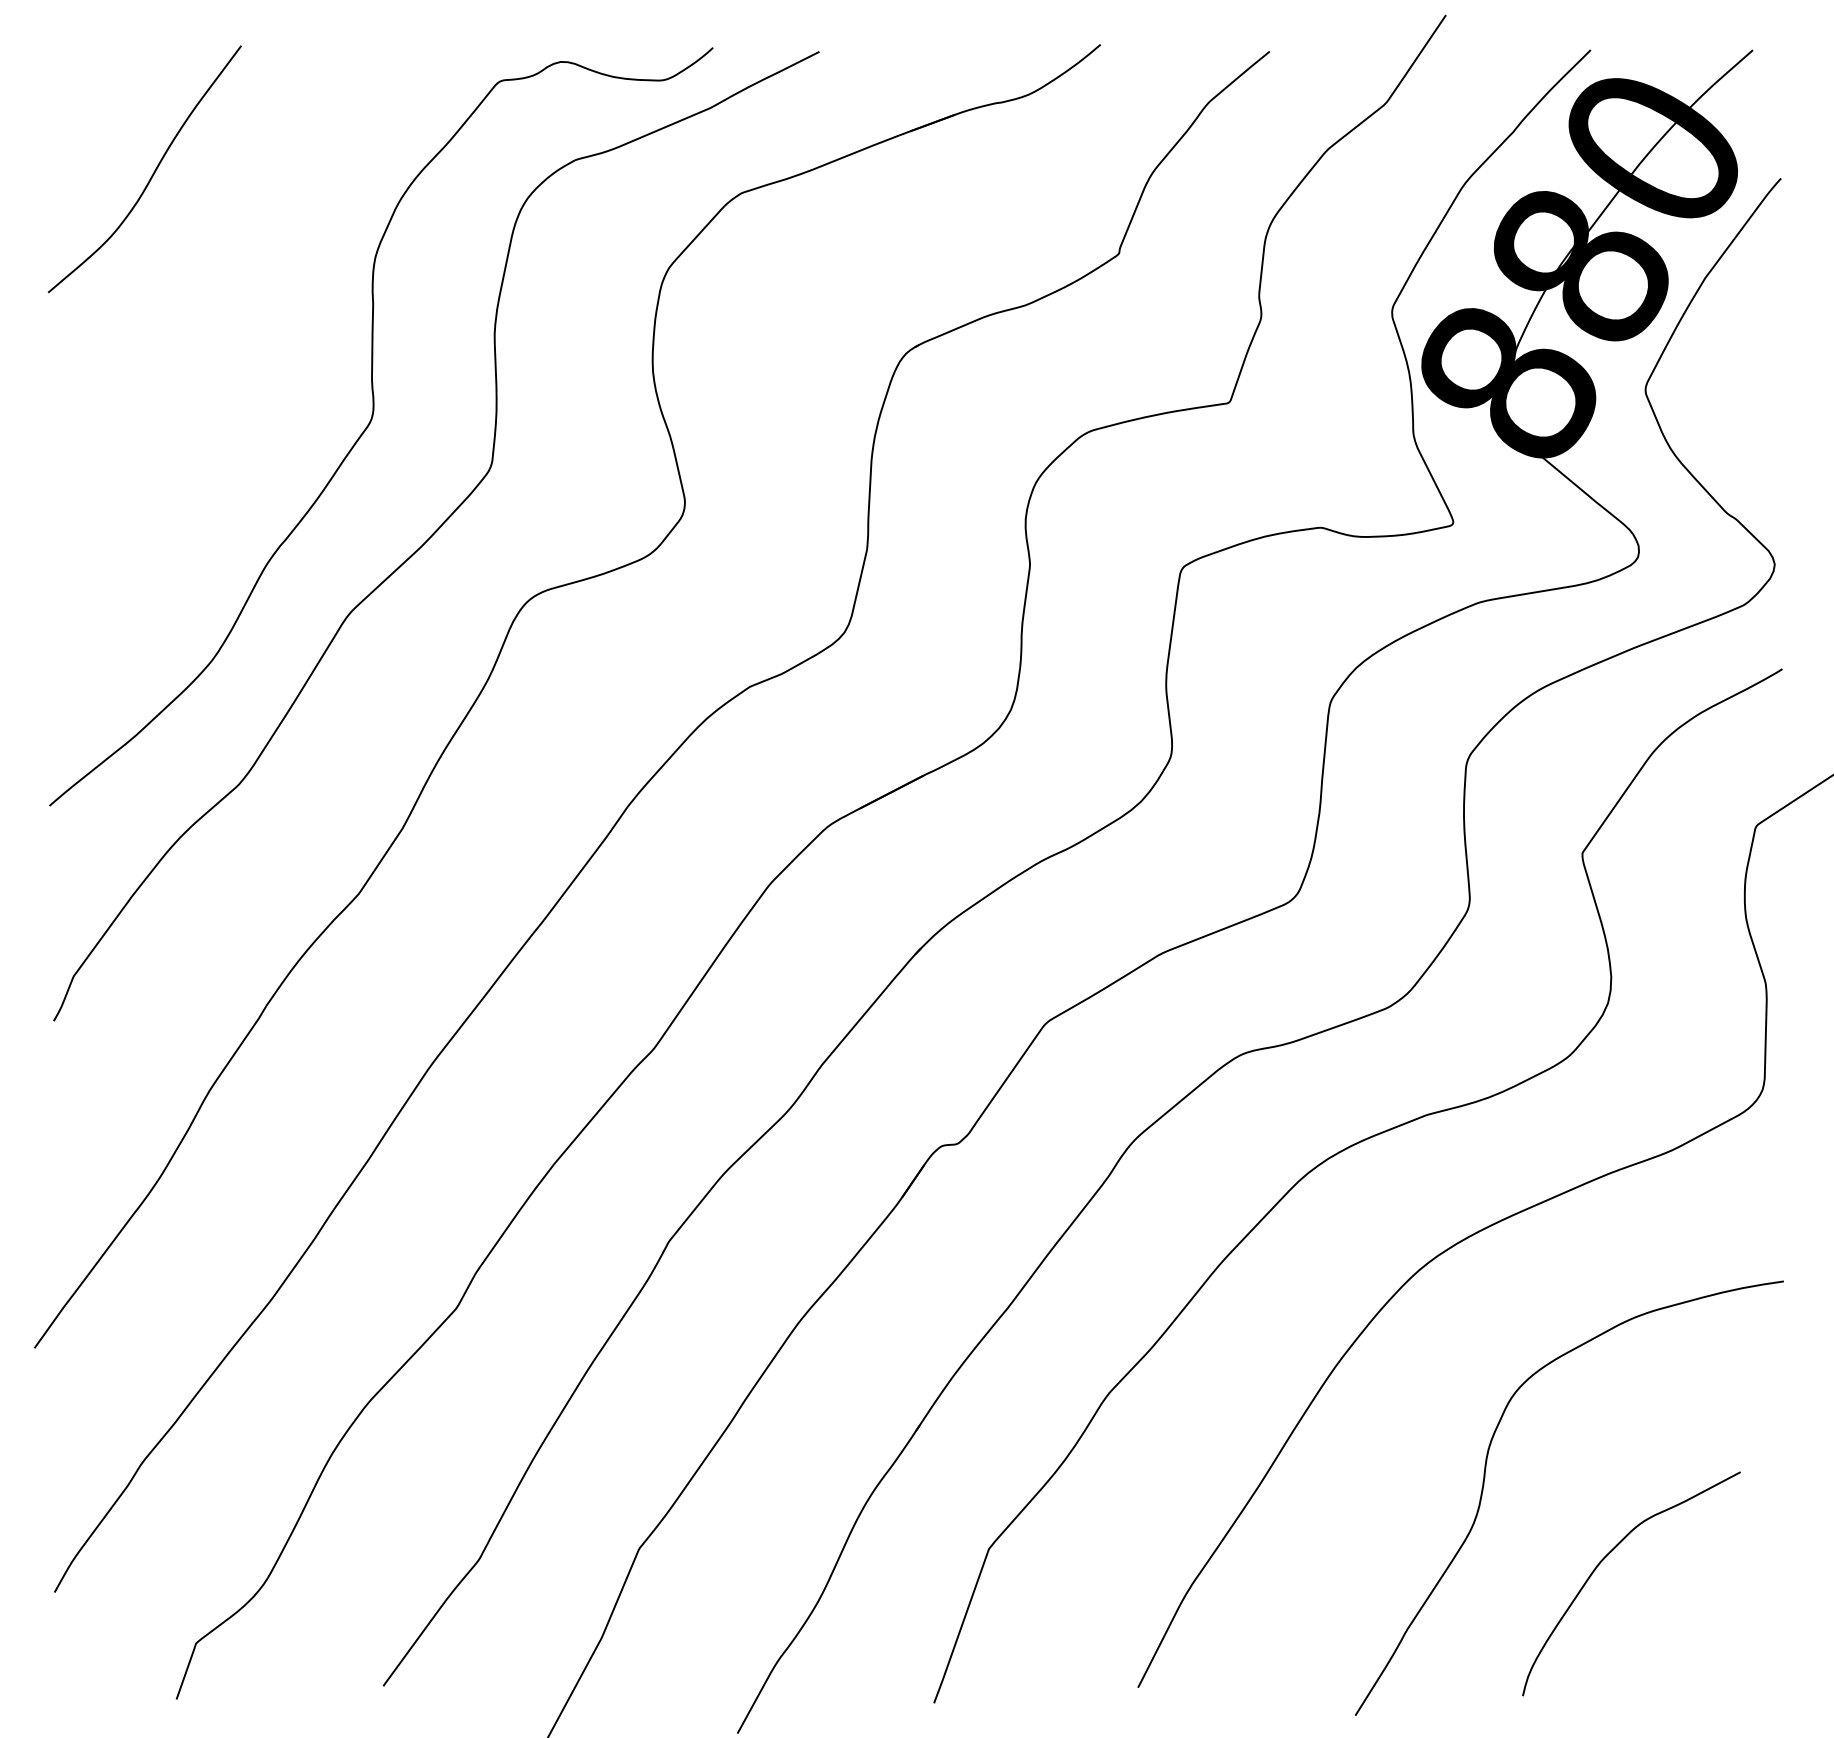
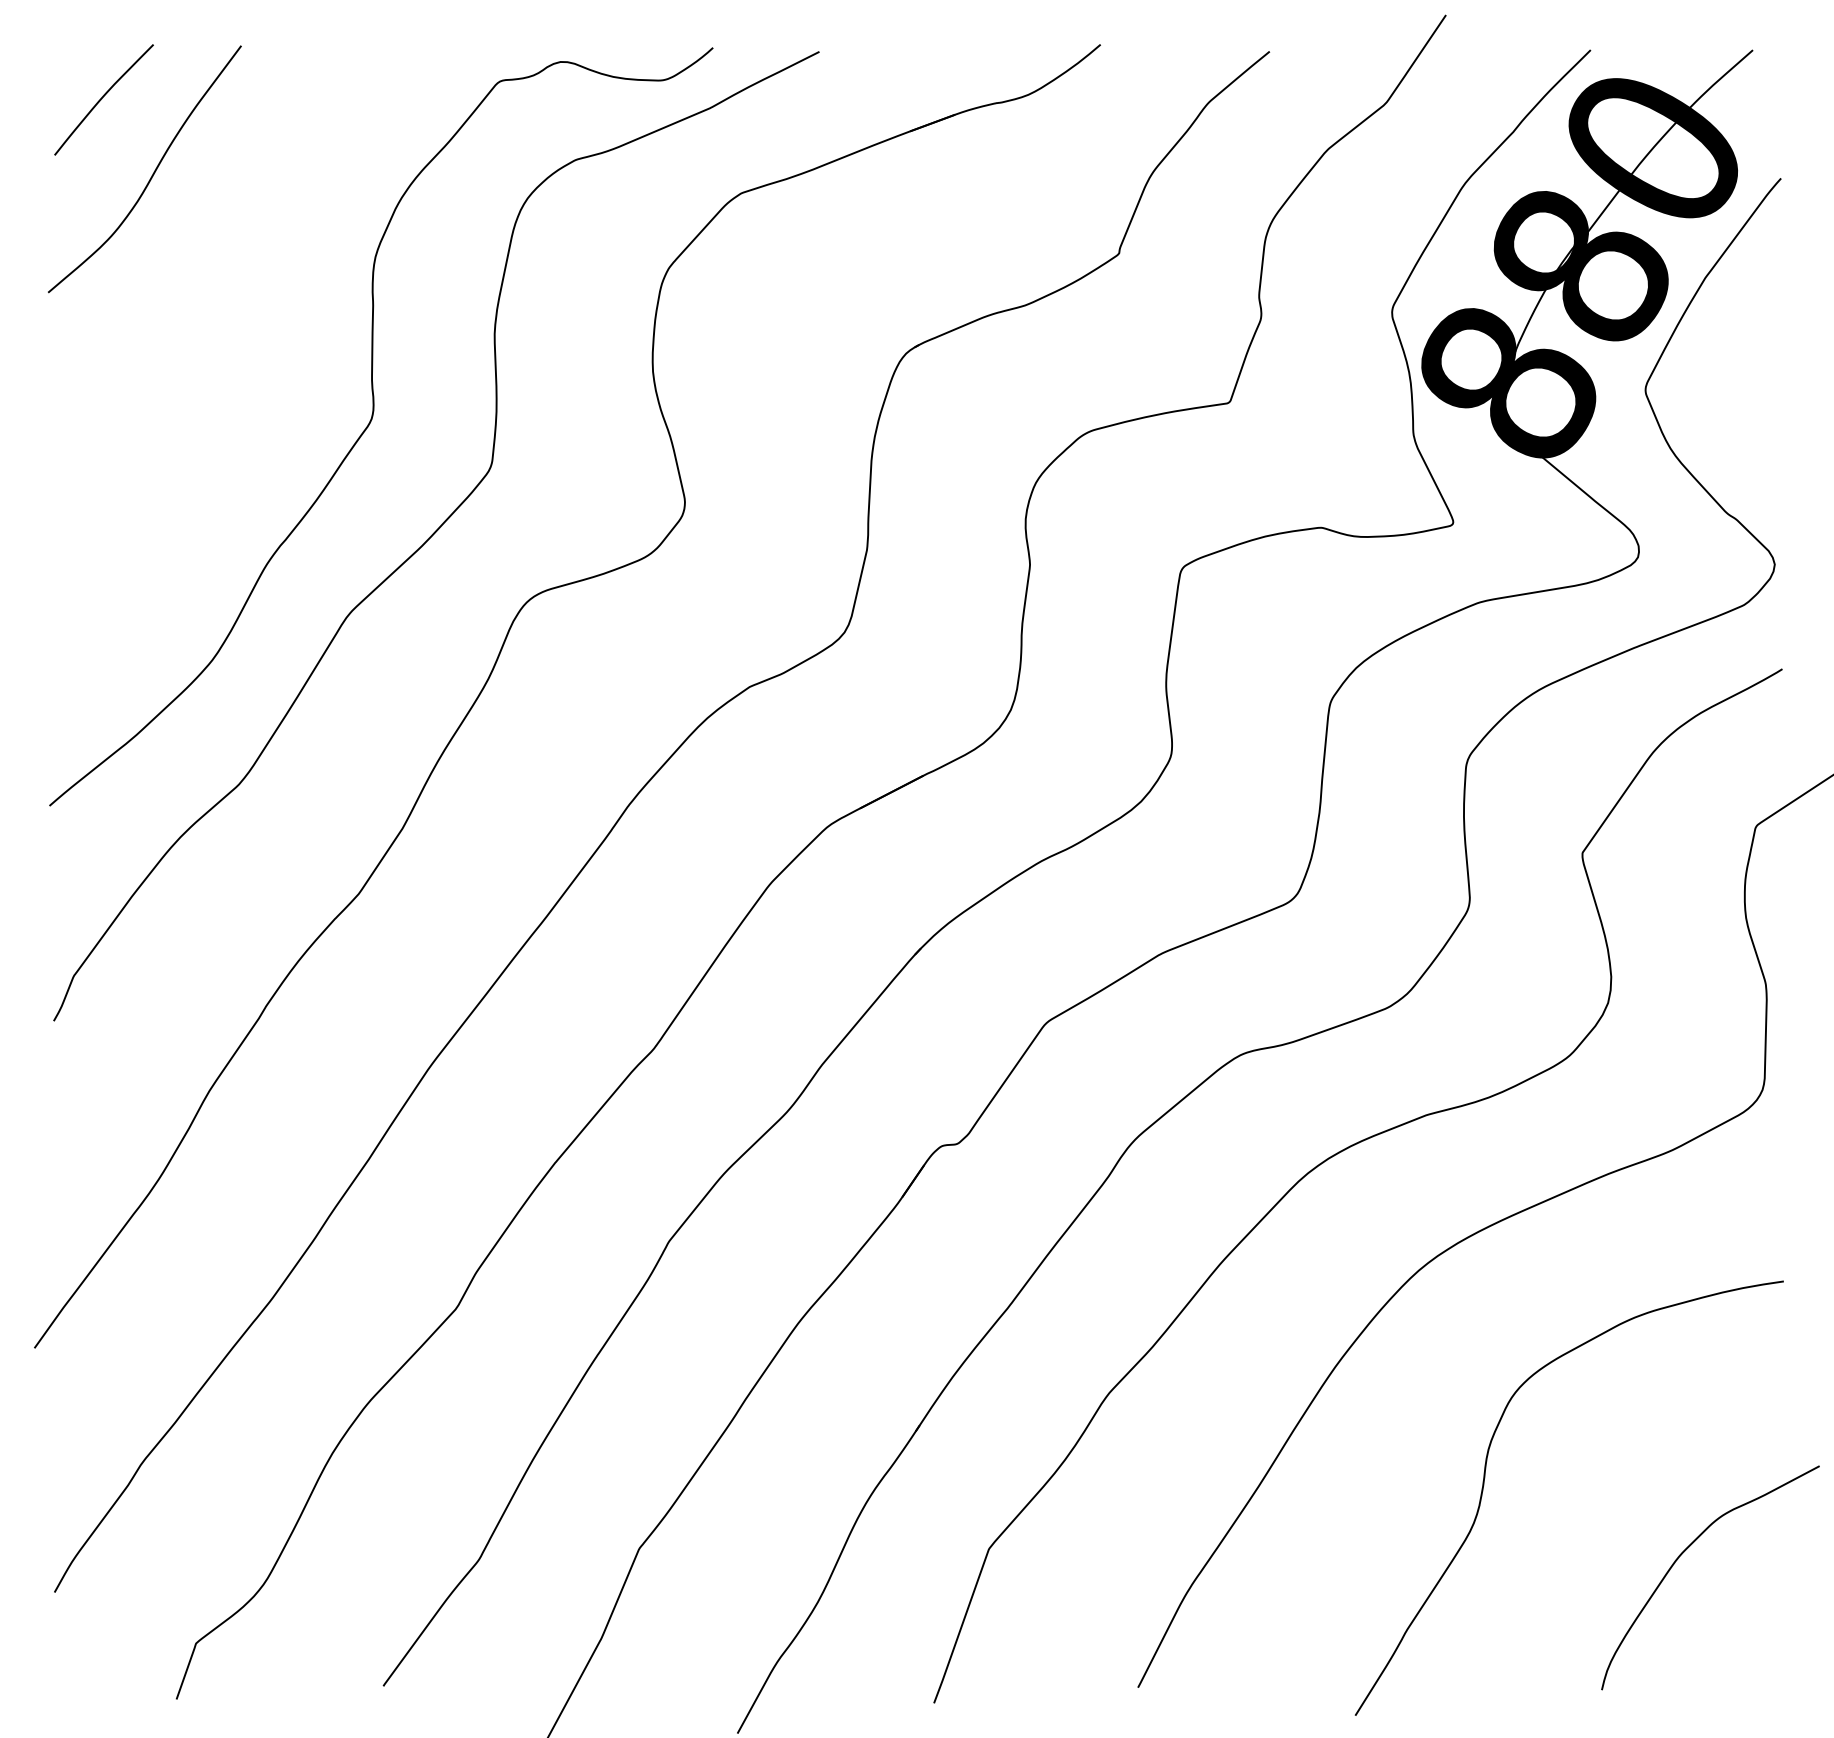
curve at (102, 98): none -> present
curve at (1606, 1557) position: (1606, 1557) -> (1685, 1551)
